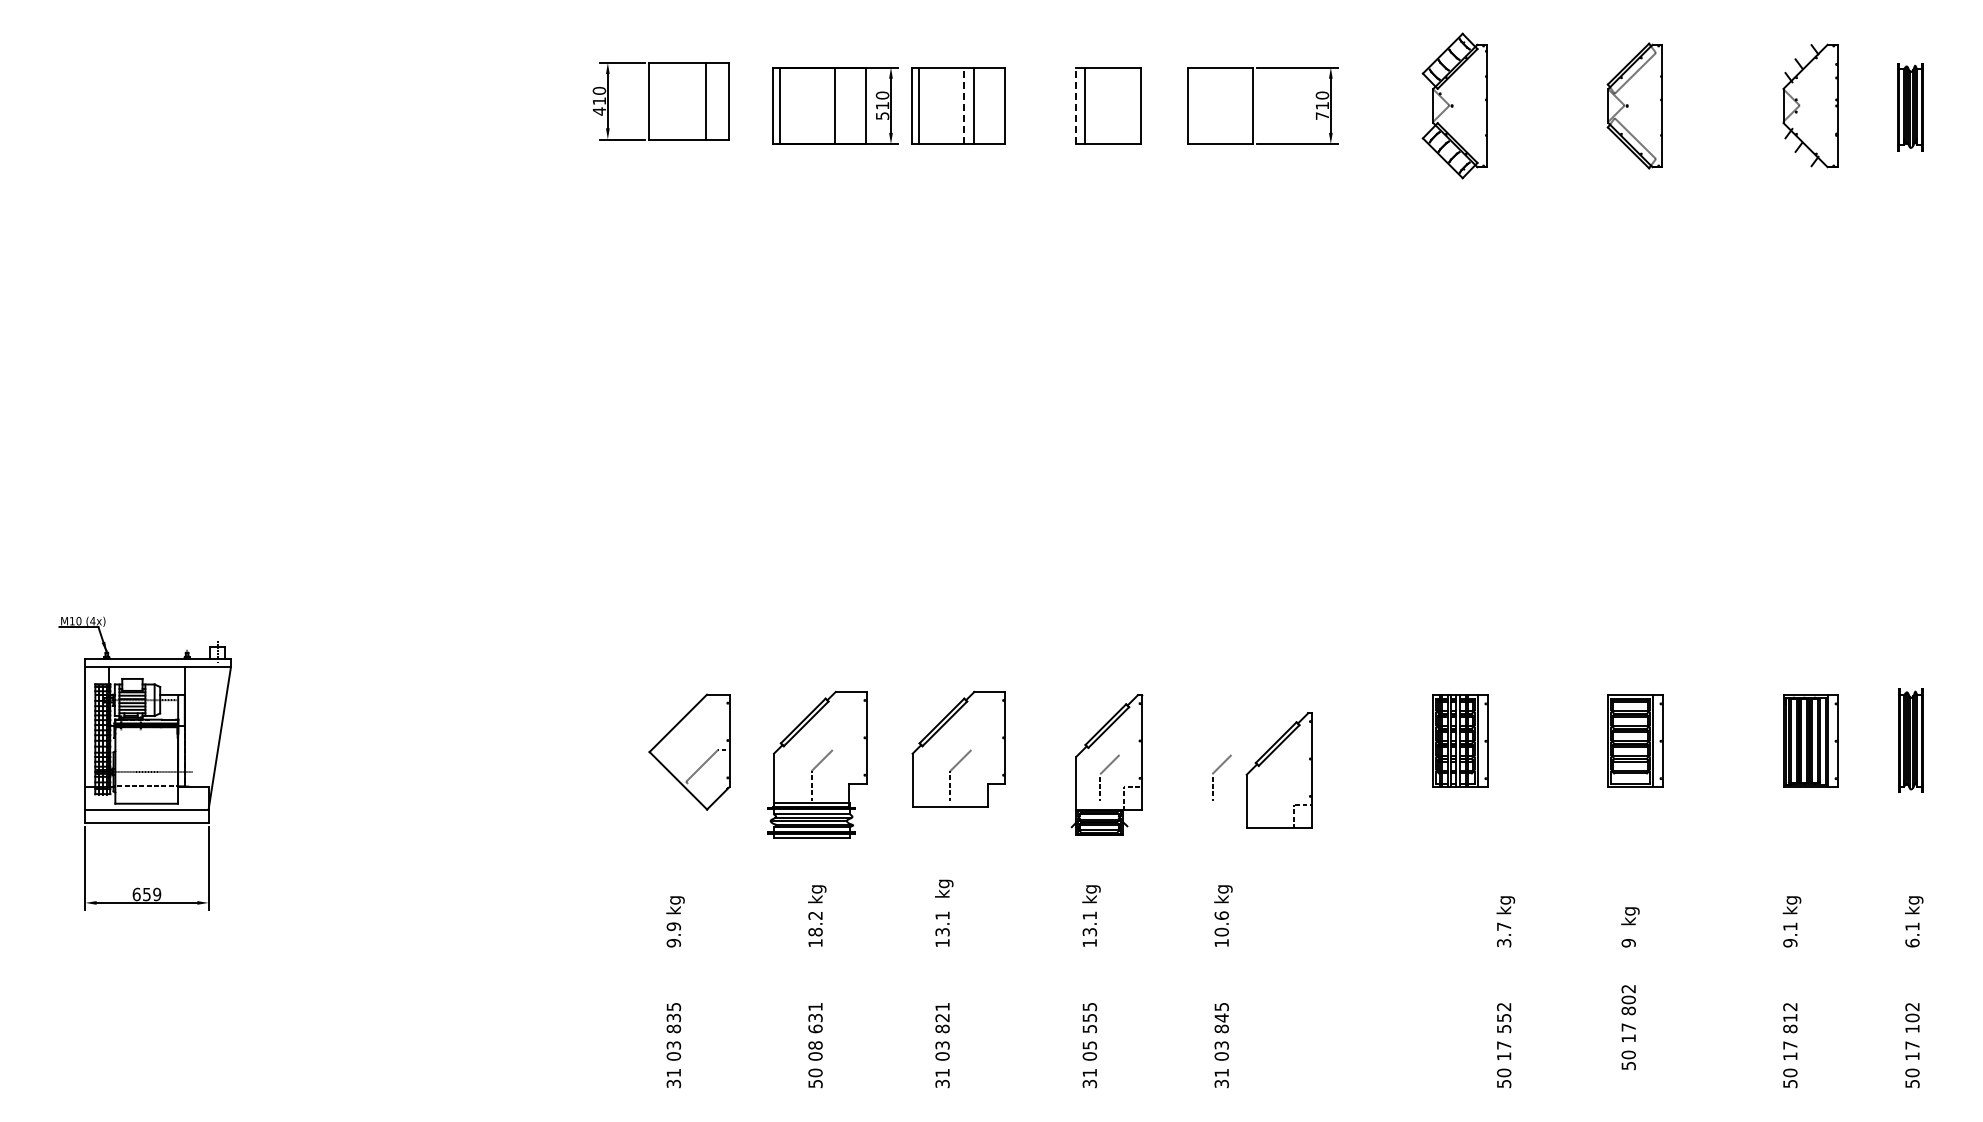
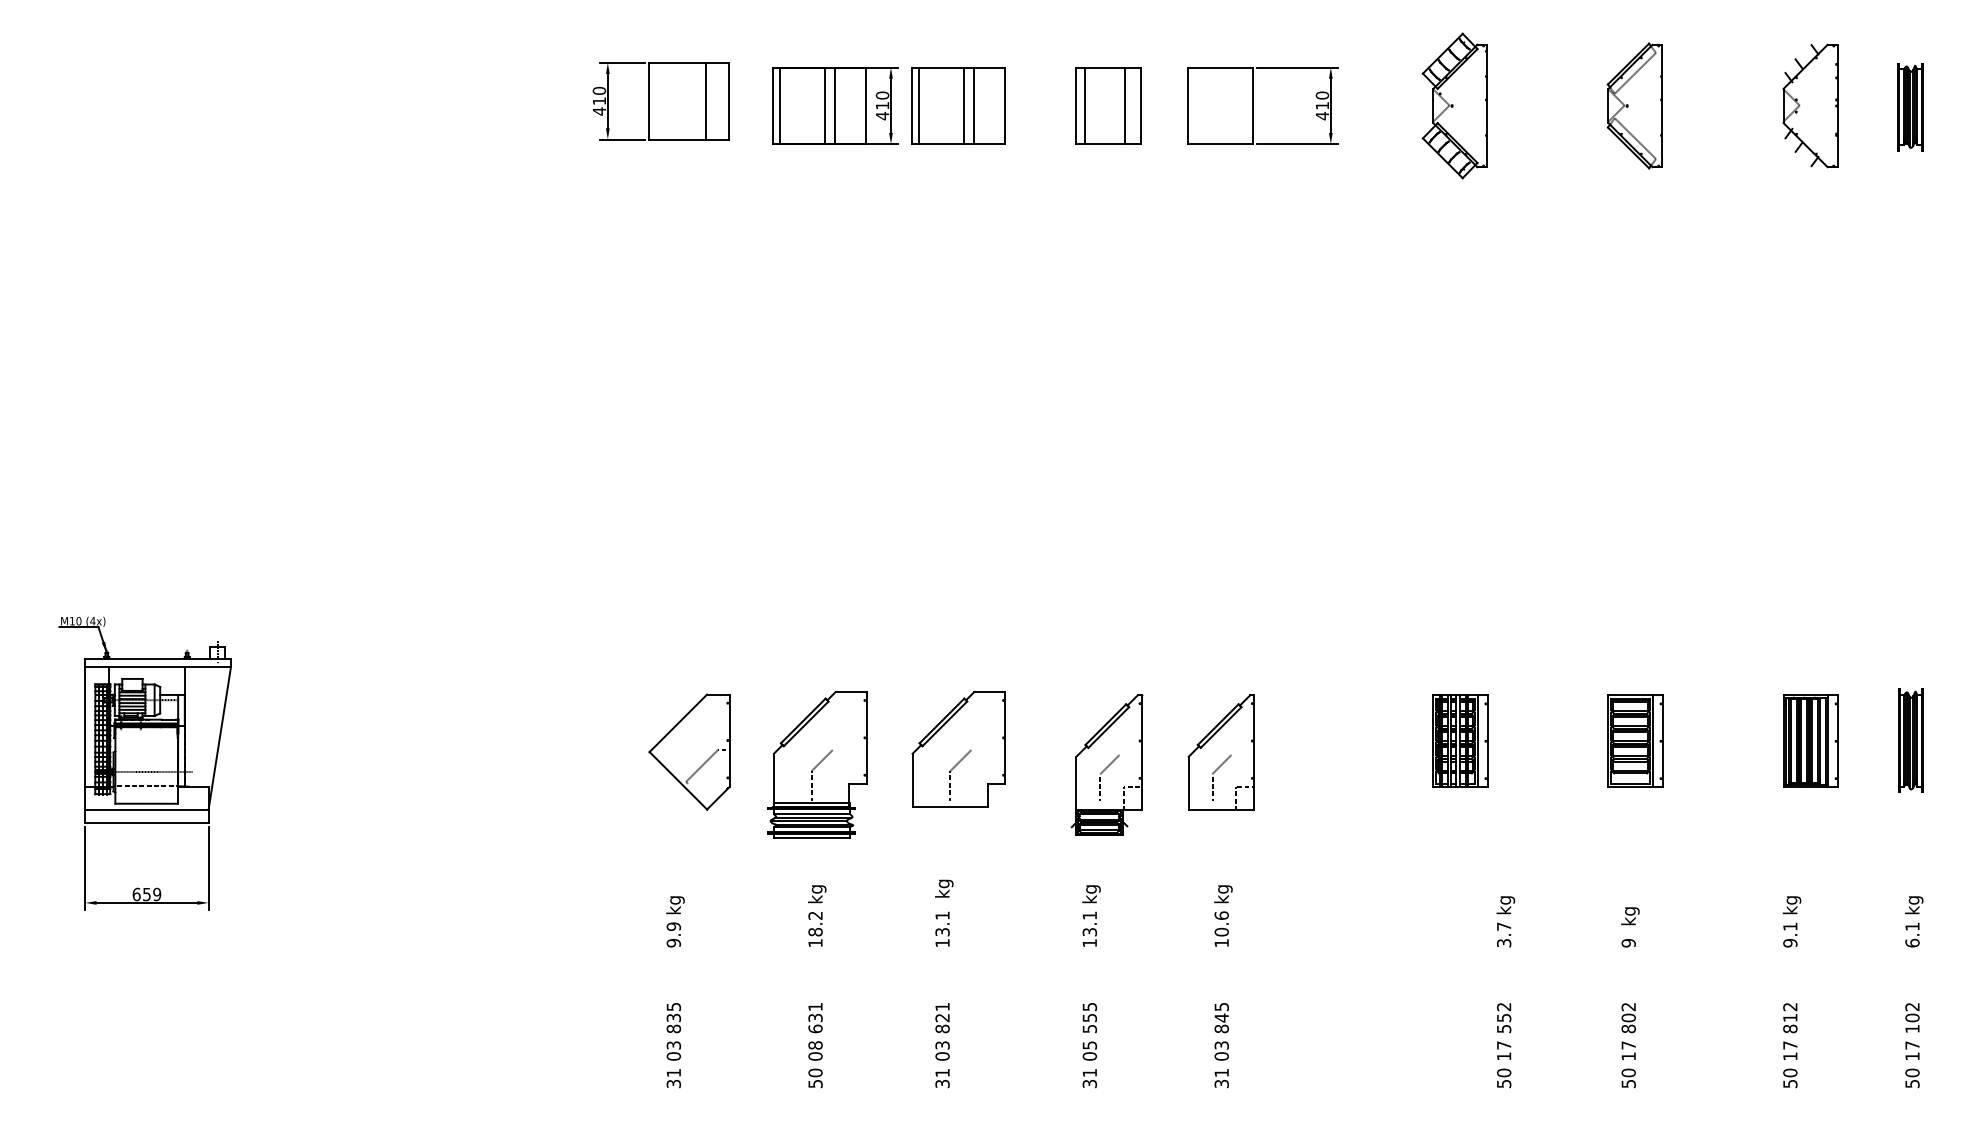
line at (824, 105): none -> present
line at (963, 105): dashed -> solid
line at (1075, 105): dashed -> solid
line at (1125, 105): none -> present
text at (882, 115): 510 -> 410
text at (1322, 115): 710 -> 410
part at (1278, 770) position: (1278, 770) -> (1220, 752)
text at (1628, 1027) position: (1628, 1027) -> (1628, 1045)
